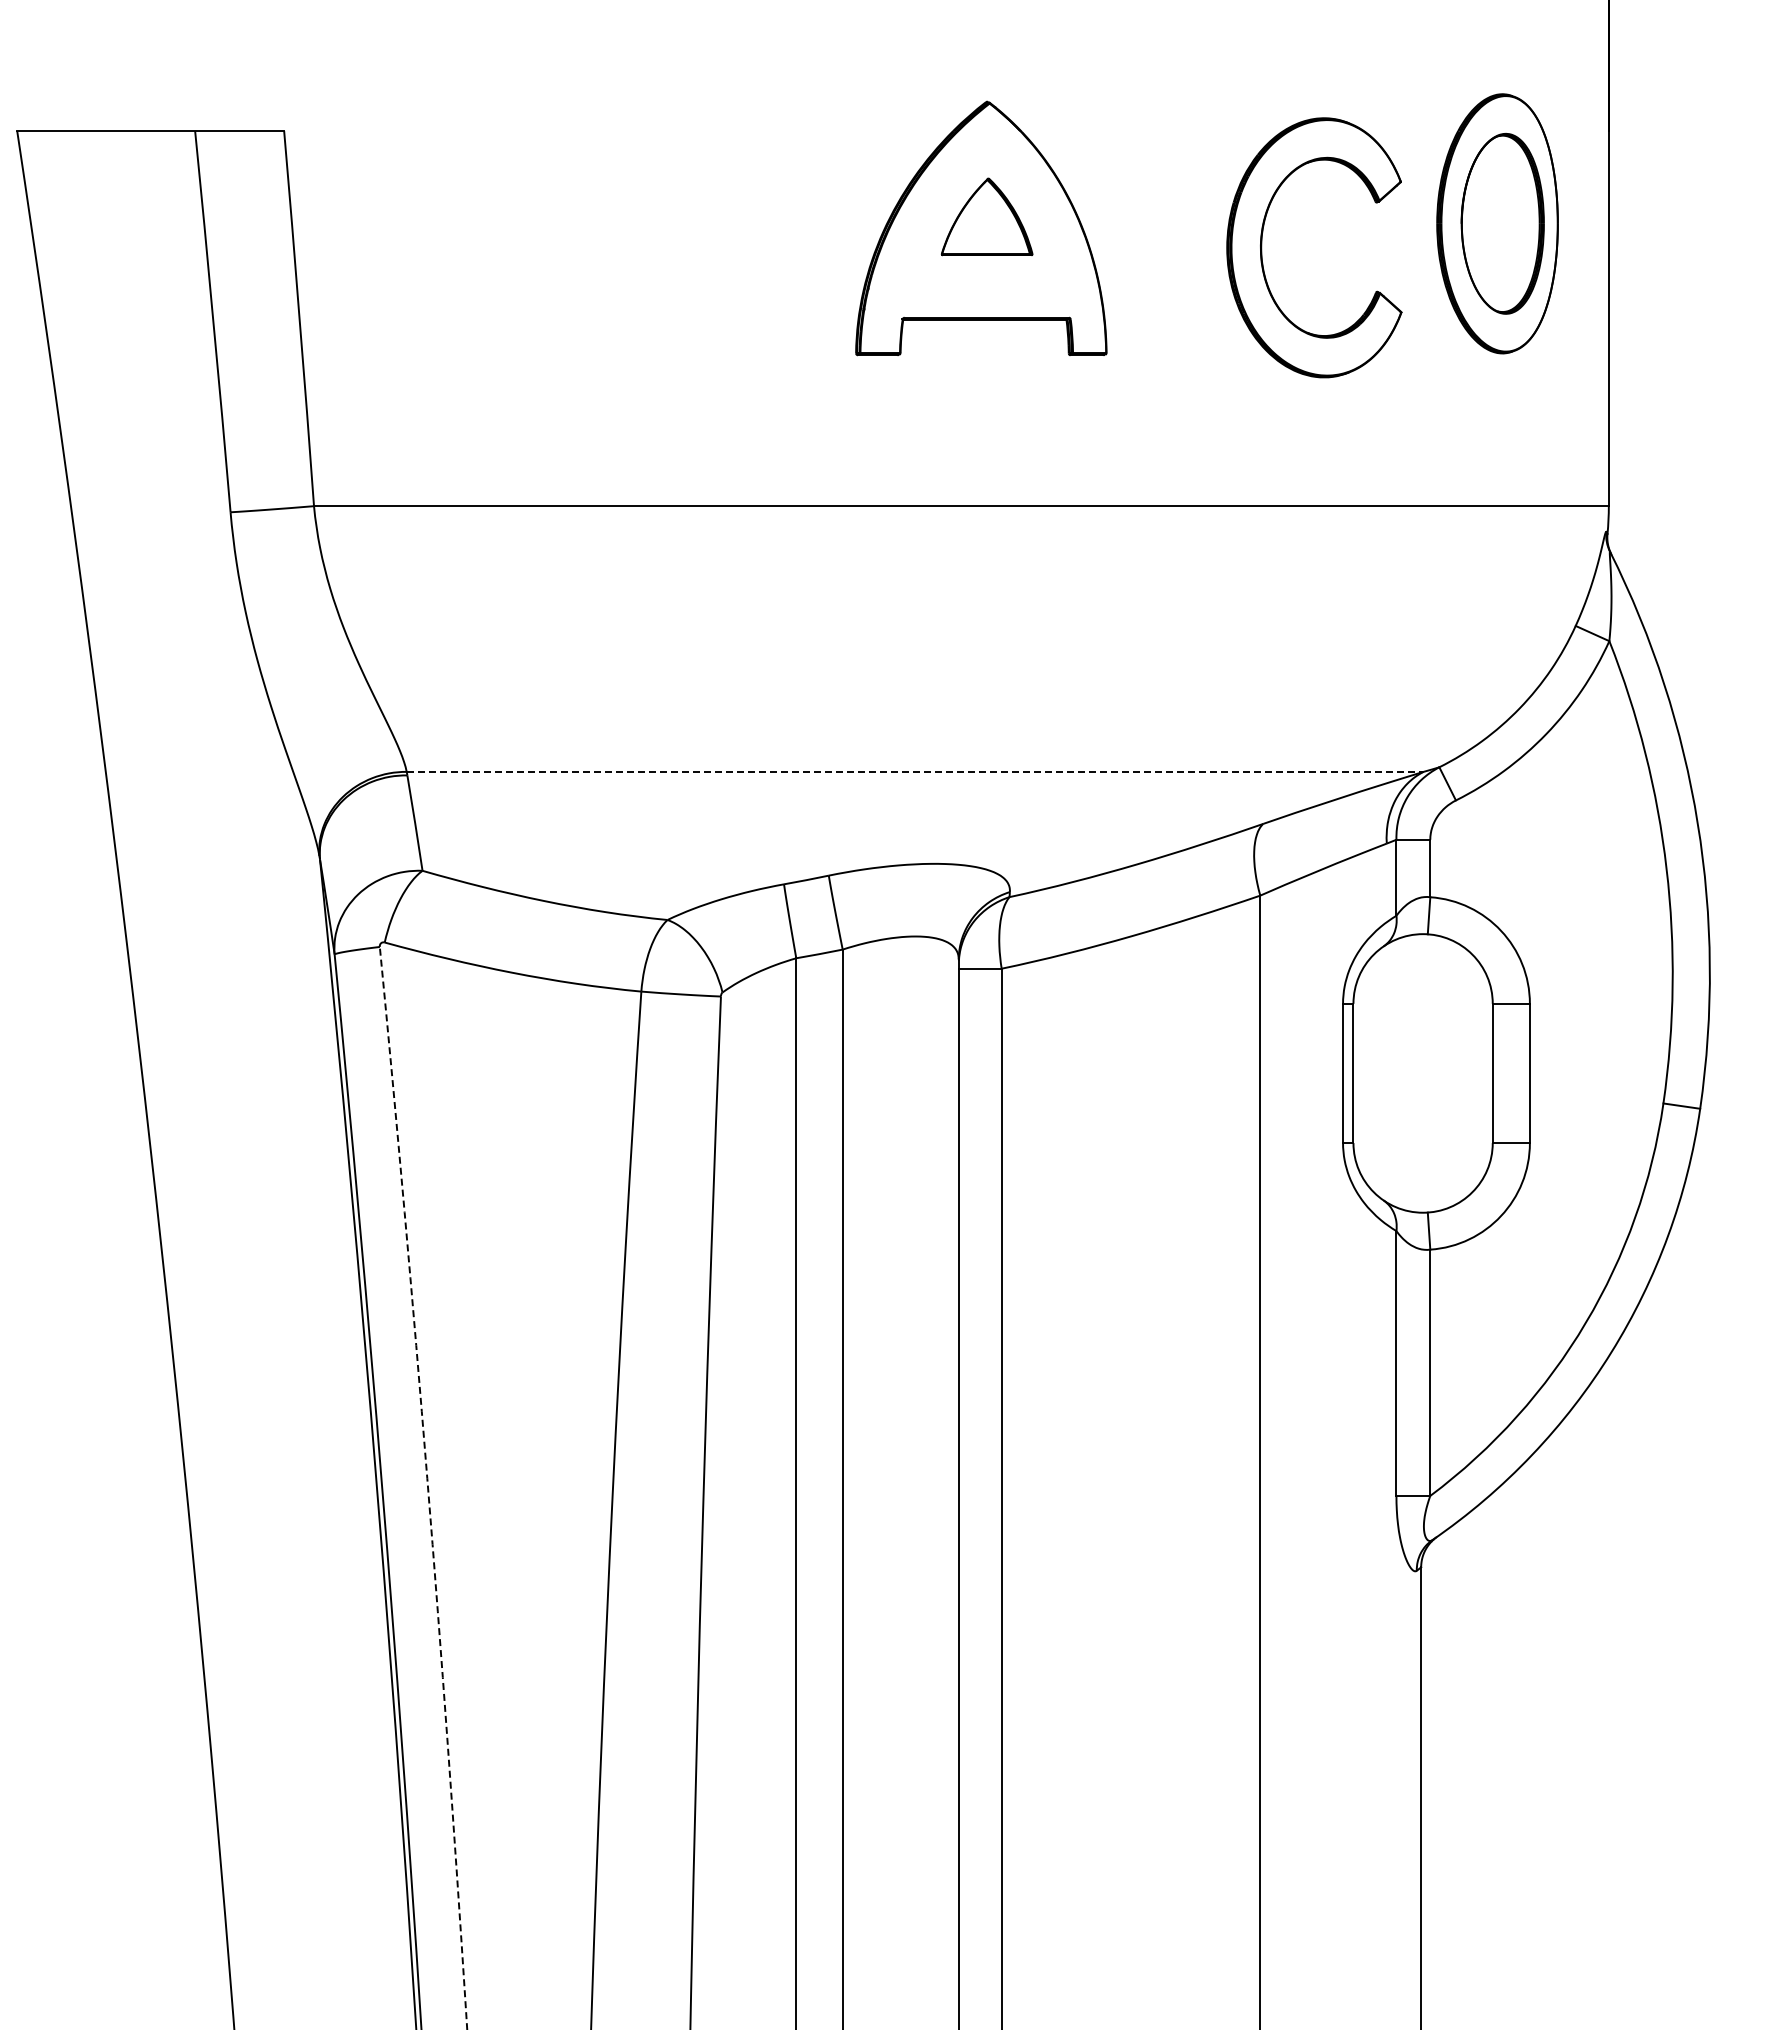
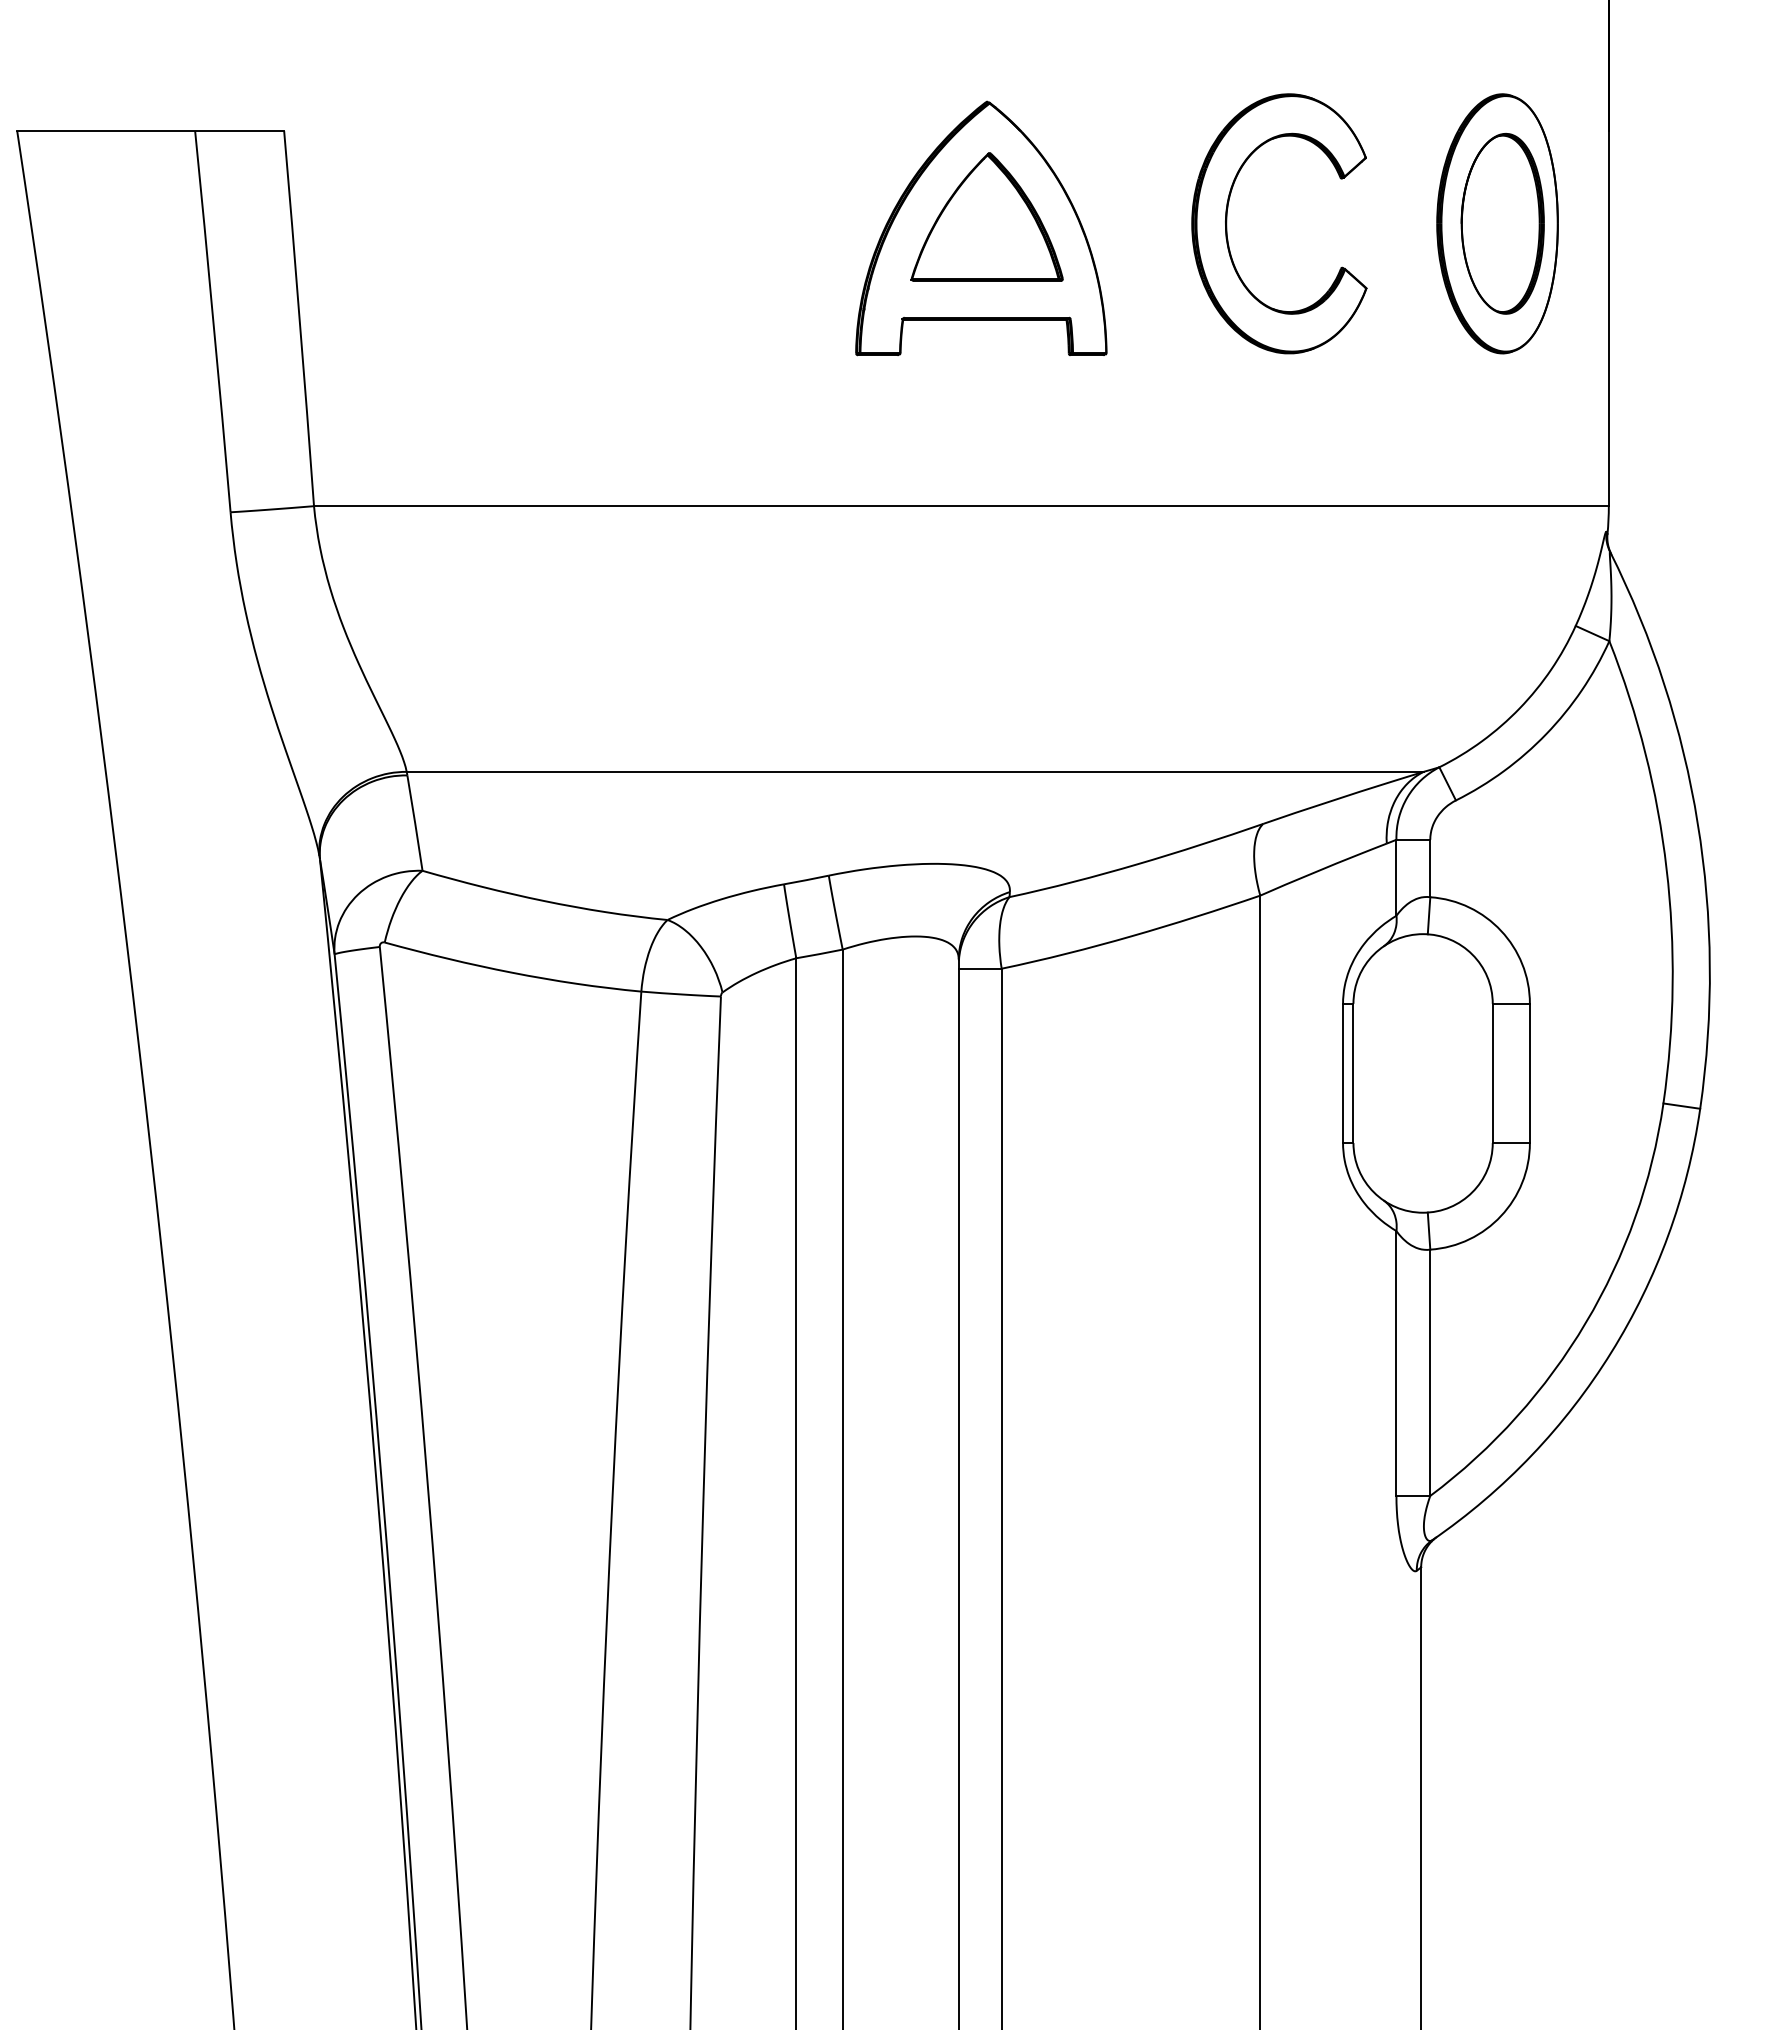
part at (986, 216) size: 94x80 px -> 154x130 px
part at (1262, 247) position: (1262, 247) -> (1227, 223)
line at (915, 771): dashed -> solid
arc at (428, 1488): dashed -> solid
